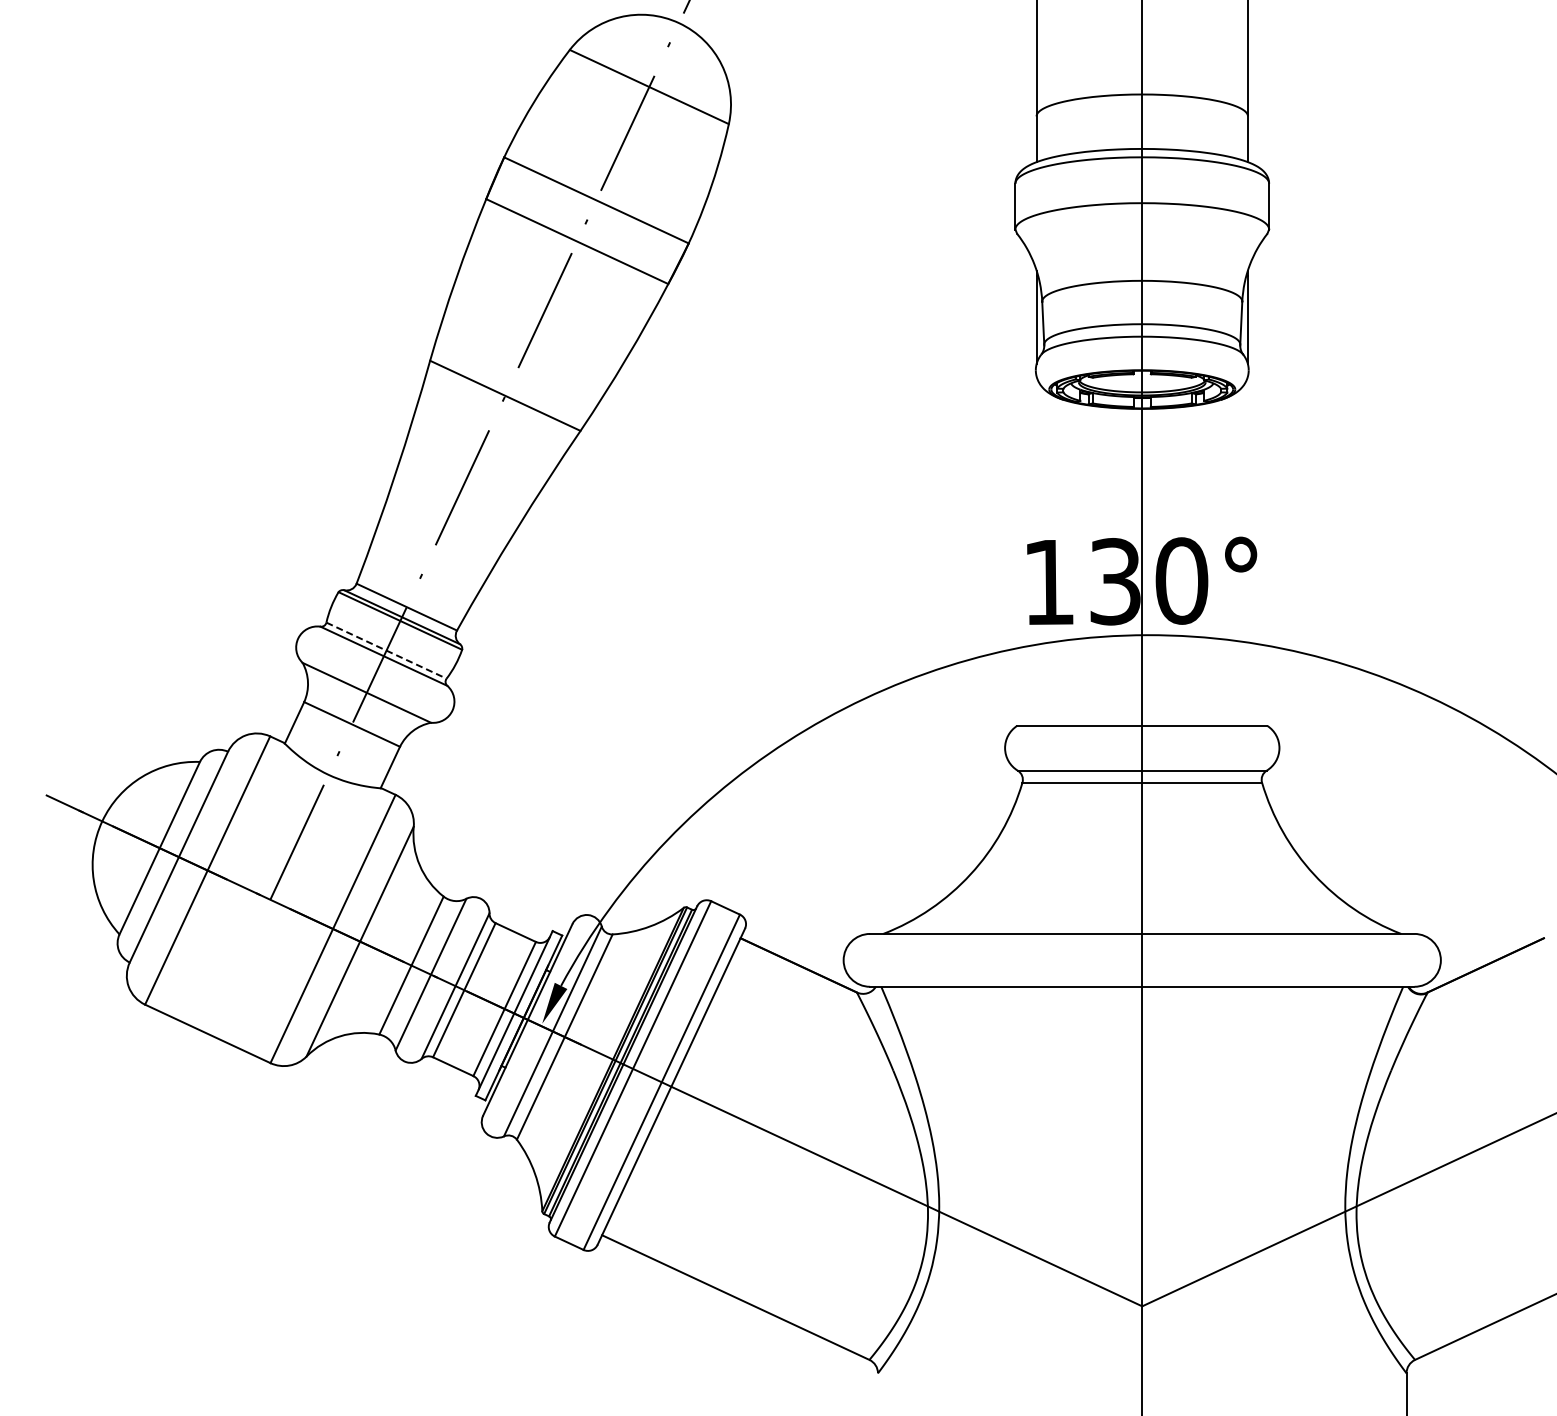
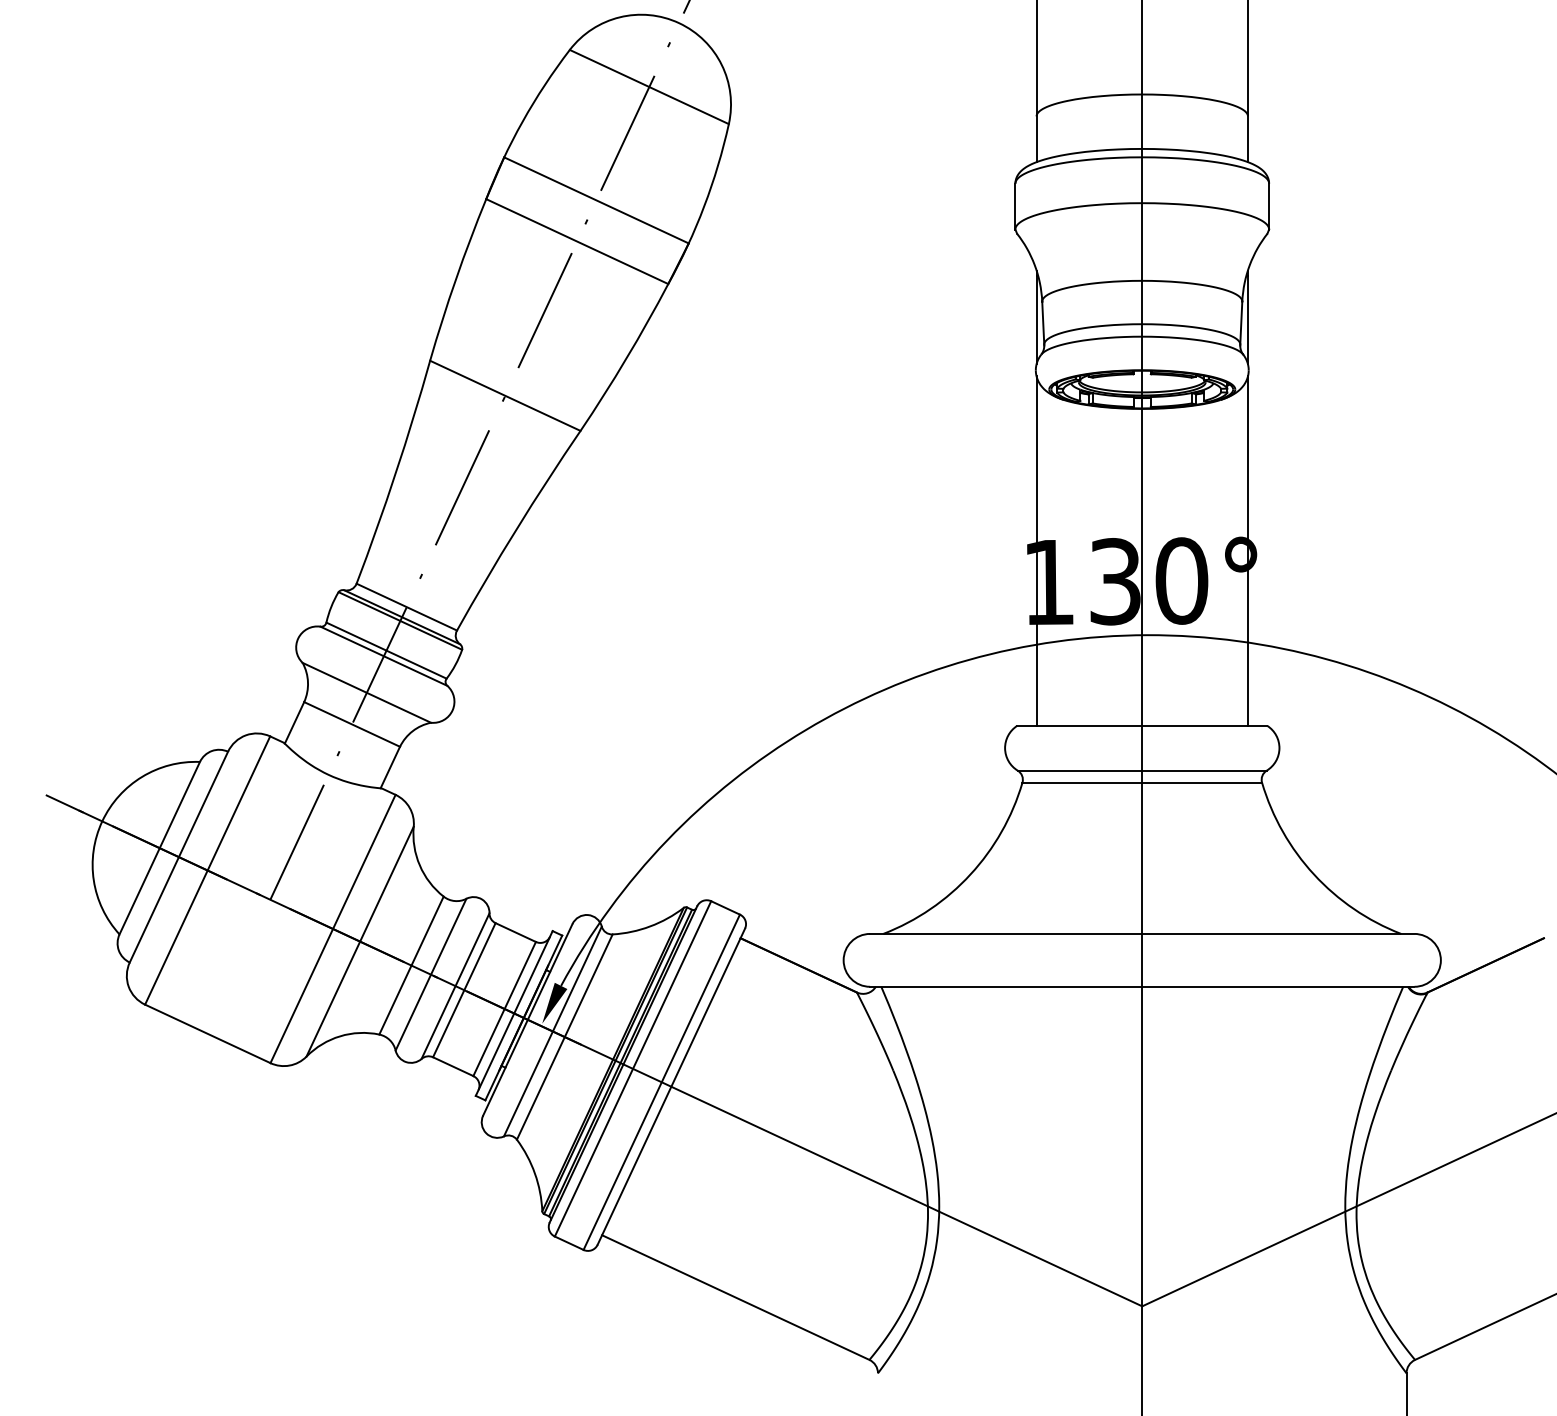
line at (1036, 550): none -> present
line at (1247, 550): none -> present
line at (386, 650): dashed -> solid
